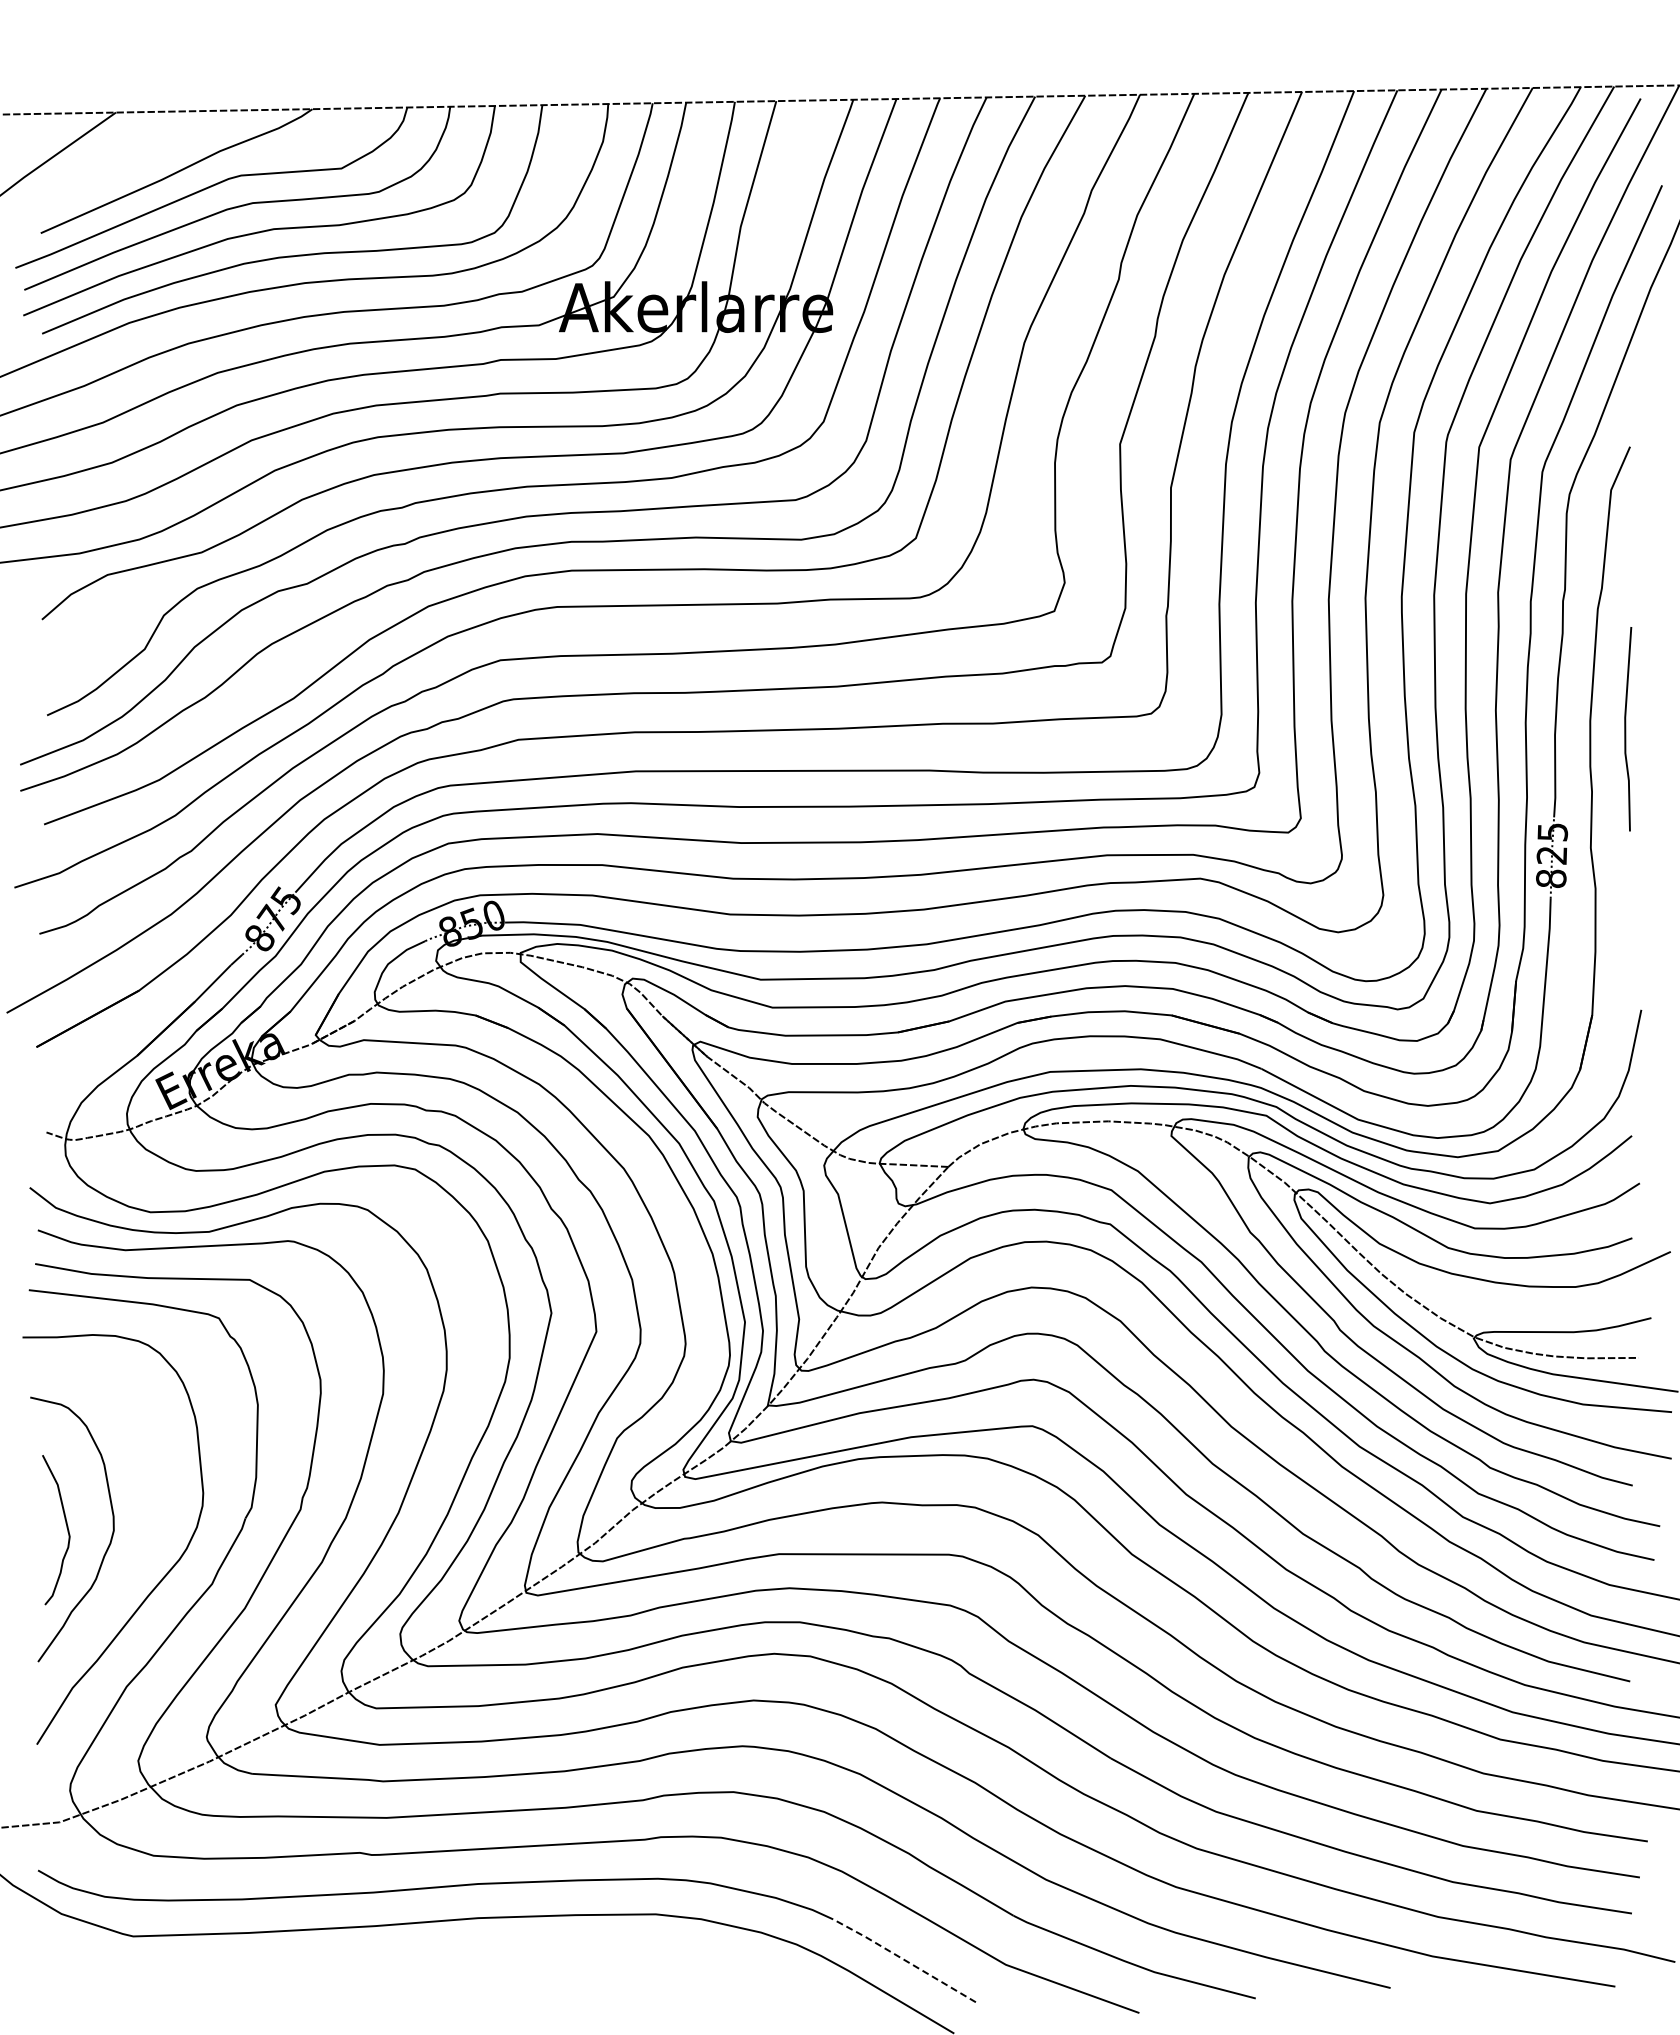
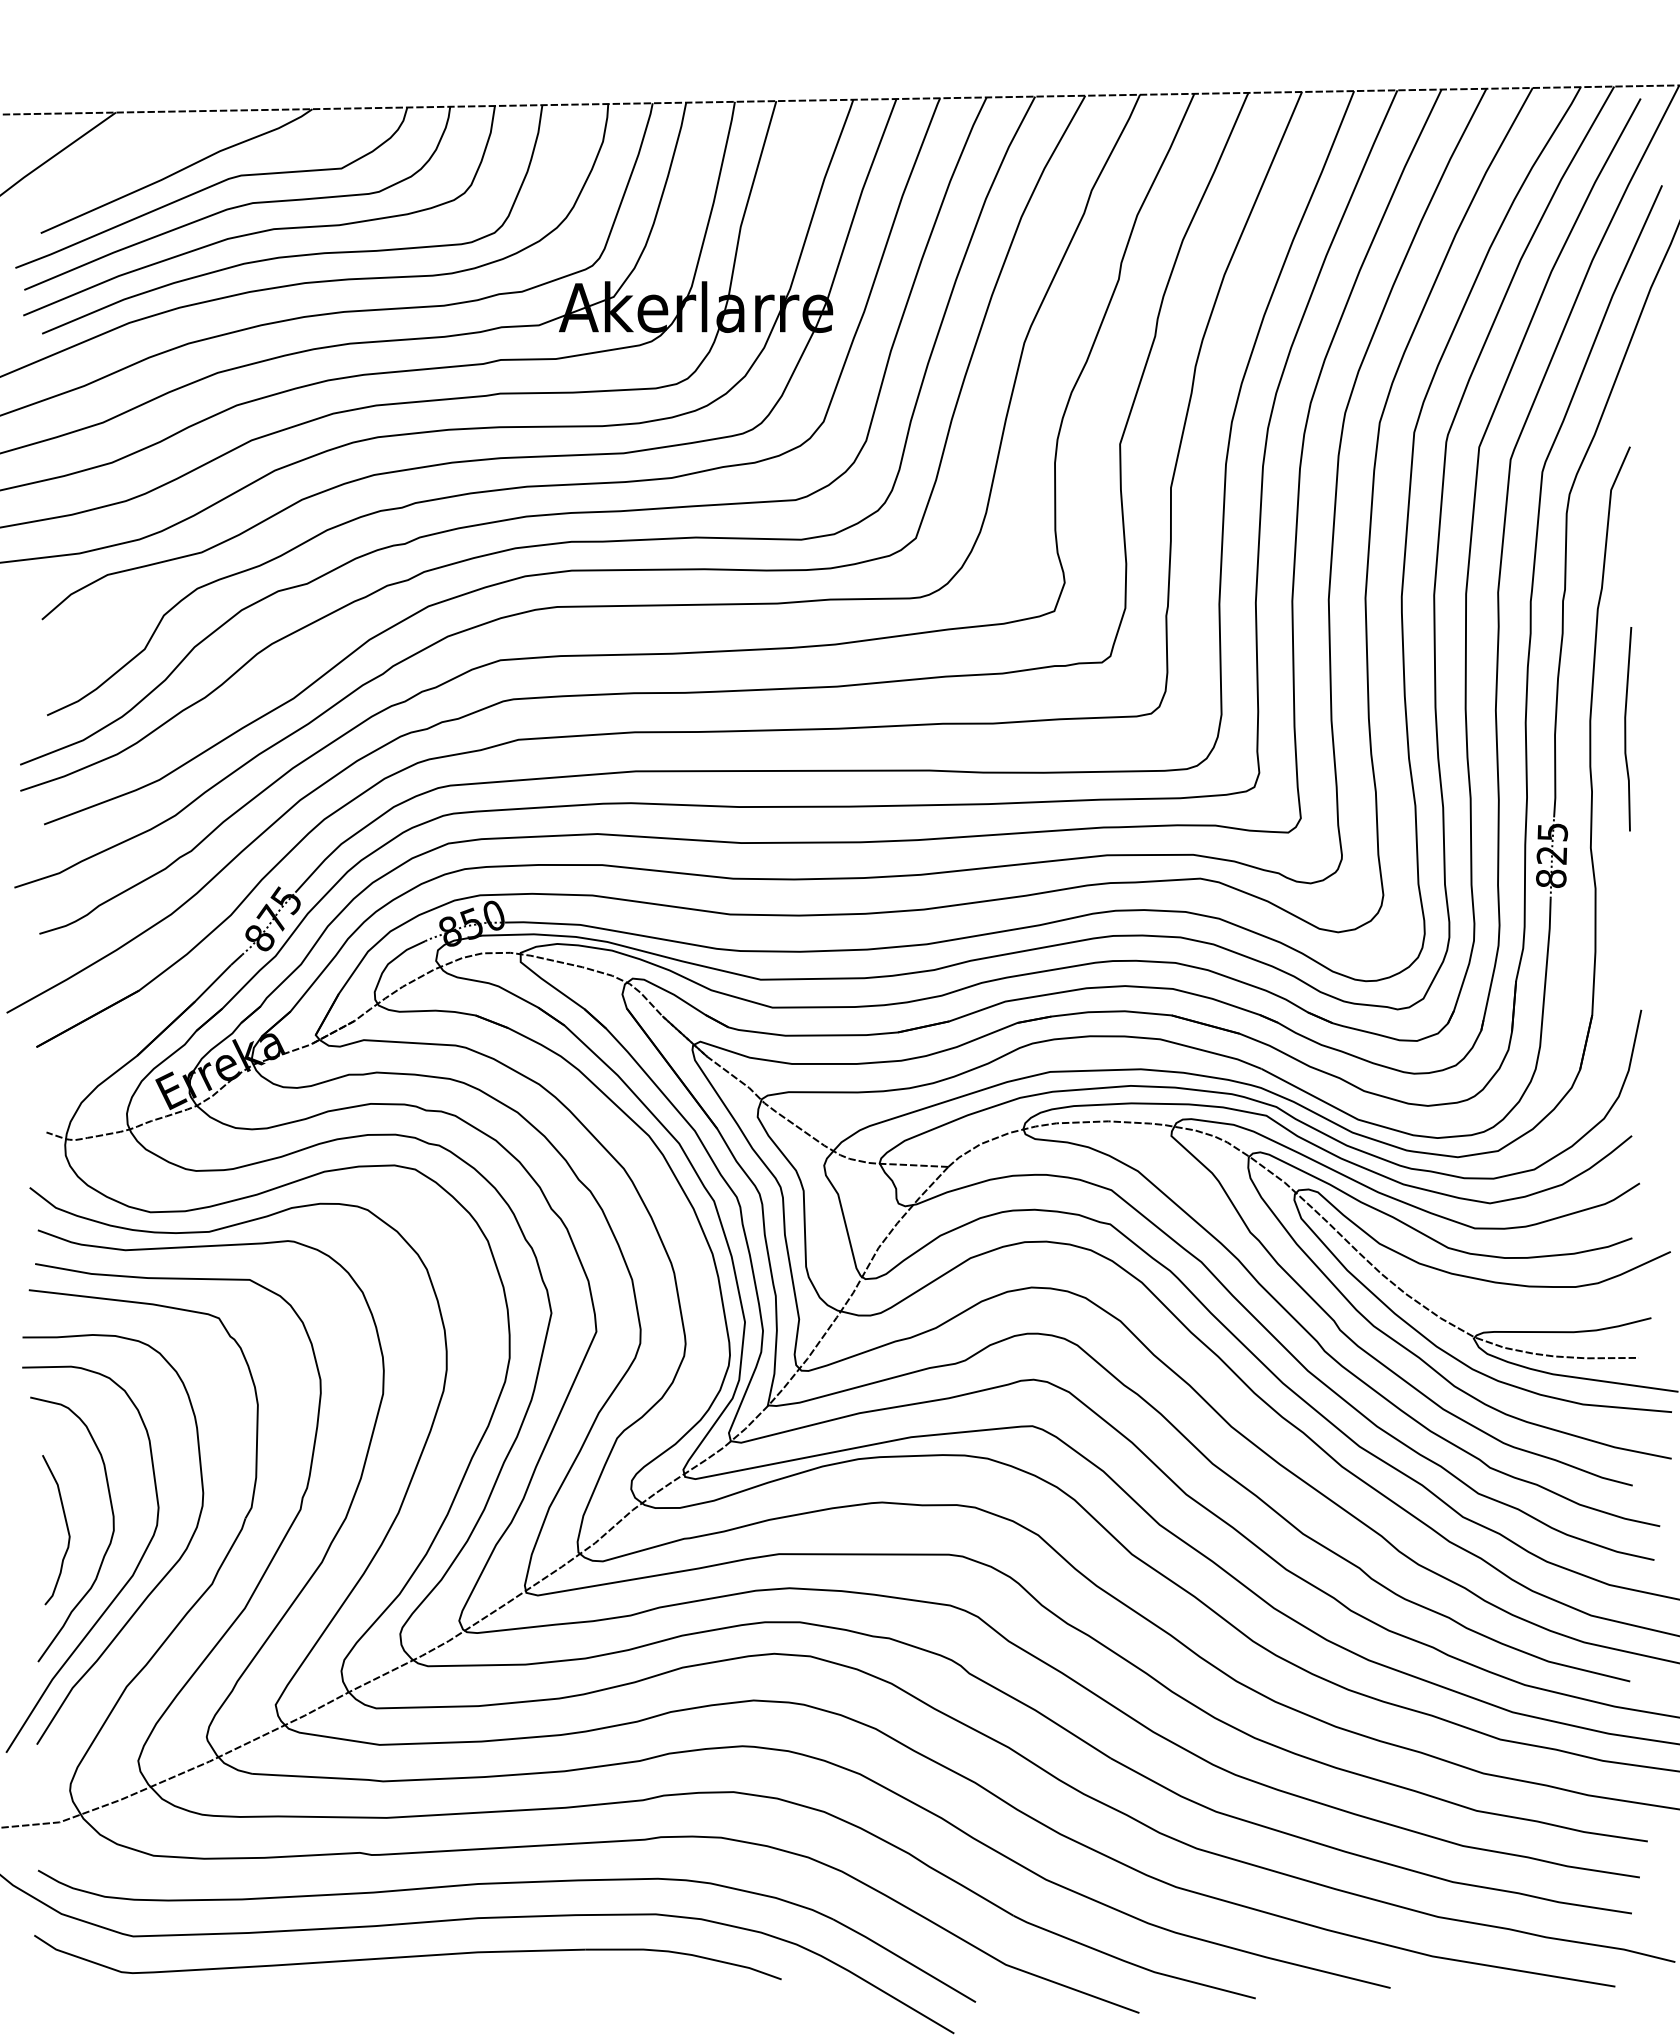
curve at (120, 1589): none -> present
part at (407, 1957): none -> present
line at (904, 1959): dashed -> solid
